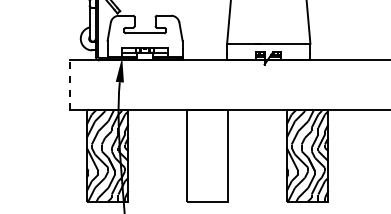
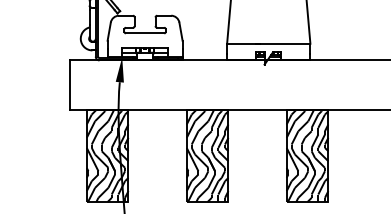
line at (70, 85): dashed -> solid
hatch at (207, 156): none -> present
